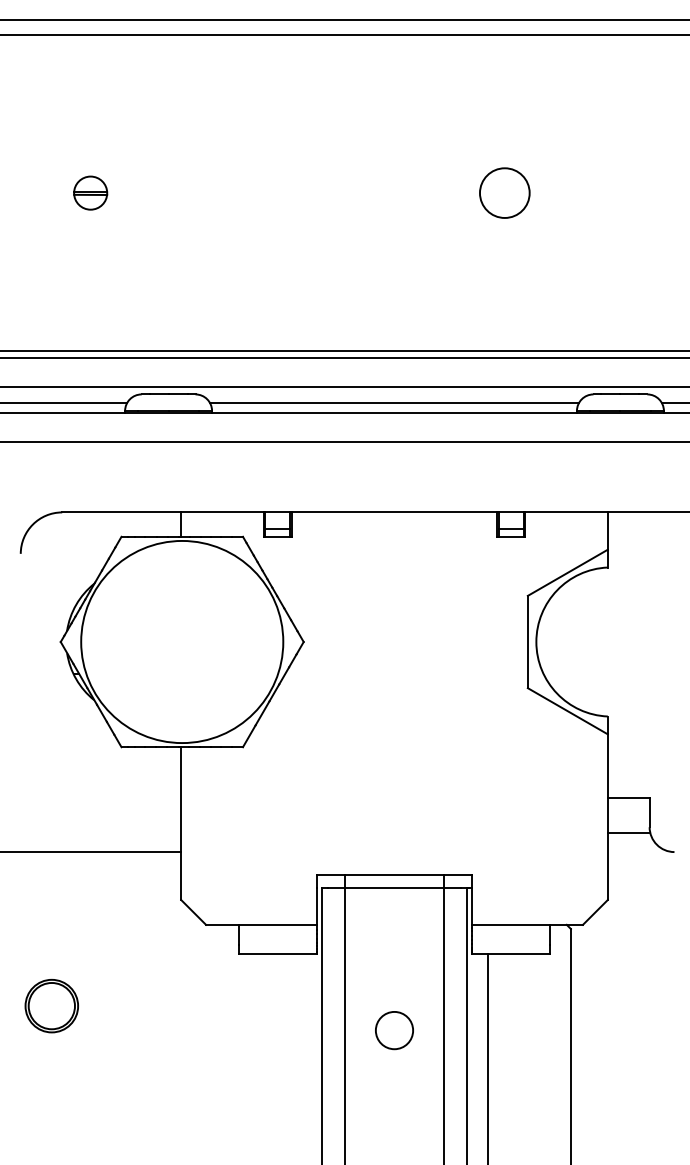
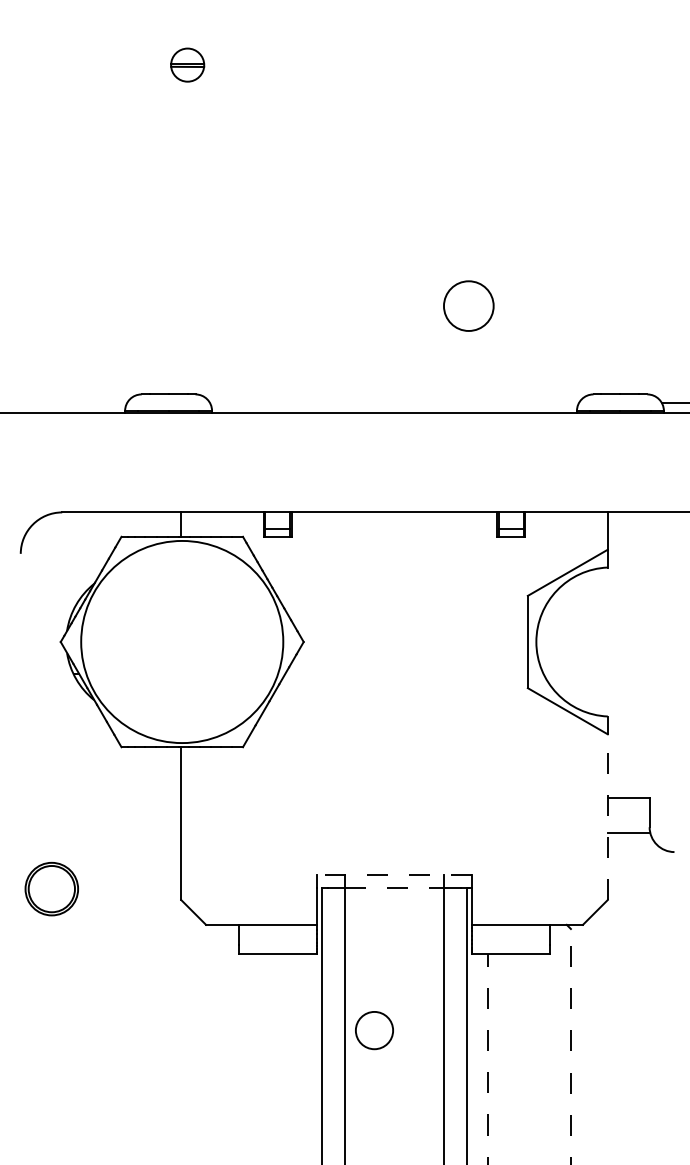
line at (344, 20): present -> none
line at (344, 34): present -> none
part at (90, 192) position: (90, 192) -> (187, 64)
circle at (504, 192) position: (504, 192) -> (468, 305)
line at (344, 351): present -> none
line at (344, 358): present -> none
line at (344, 387): present -> none
line at (64, 402): present -> none
line at (394, 402): present -> none
line at (344, 442): present -> none
line at (607, 817): solid -> dashed
line at (91, 852): present -> none
line at (394, 875): solid -> dashed
line at (394, 887): solid -> dashed
part at (51, 1006) position: (51, 1006) -> (51, 889)
circle at (394, 1030) position: (394, 1030) -> (374, 1030)
line at (570, 1047): solid -> dashed
line at (488, 1058): solid -> dashed
